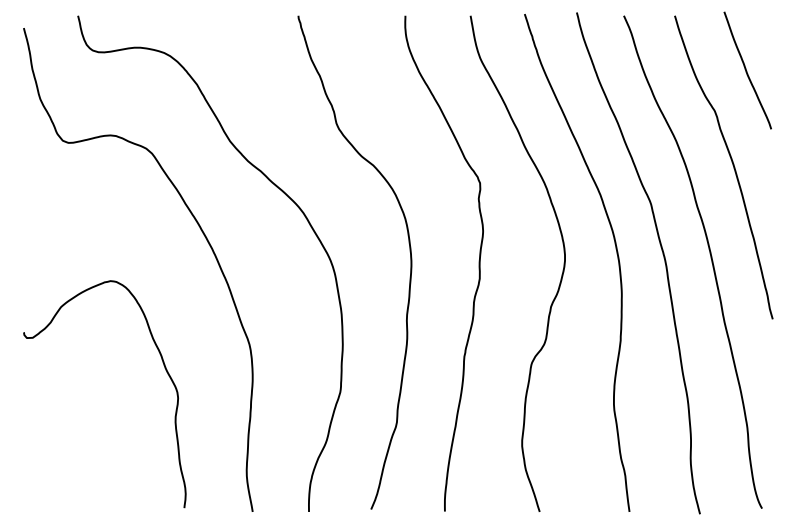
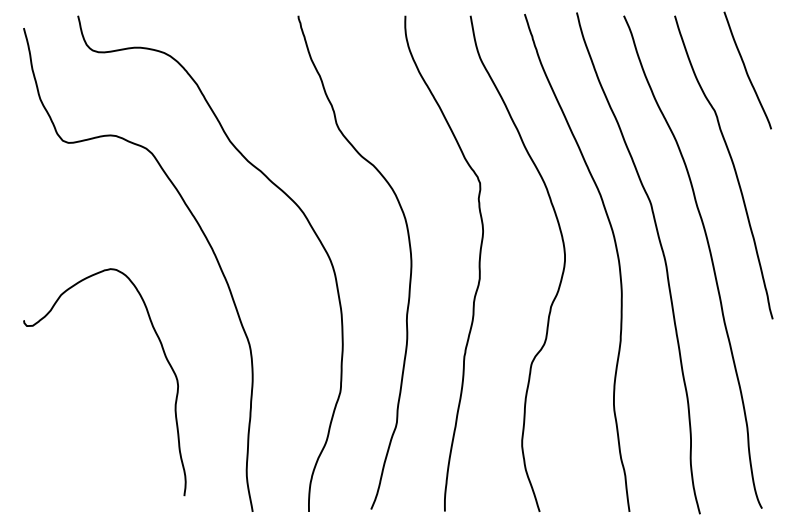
curve at (164, 368) position: (164, 368) -> (164, 356)
